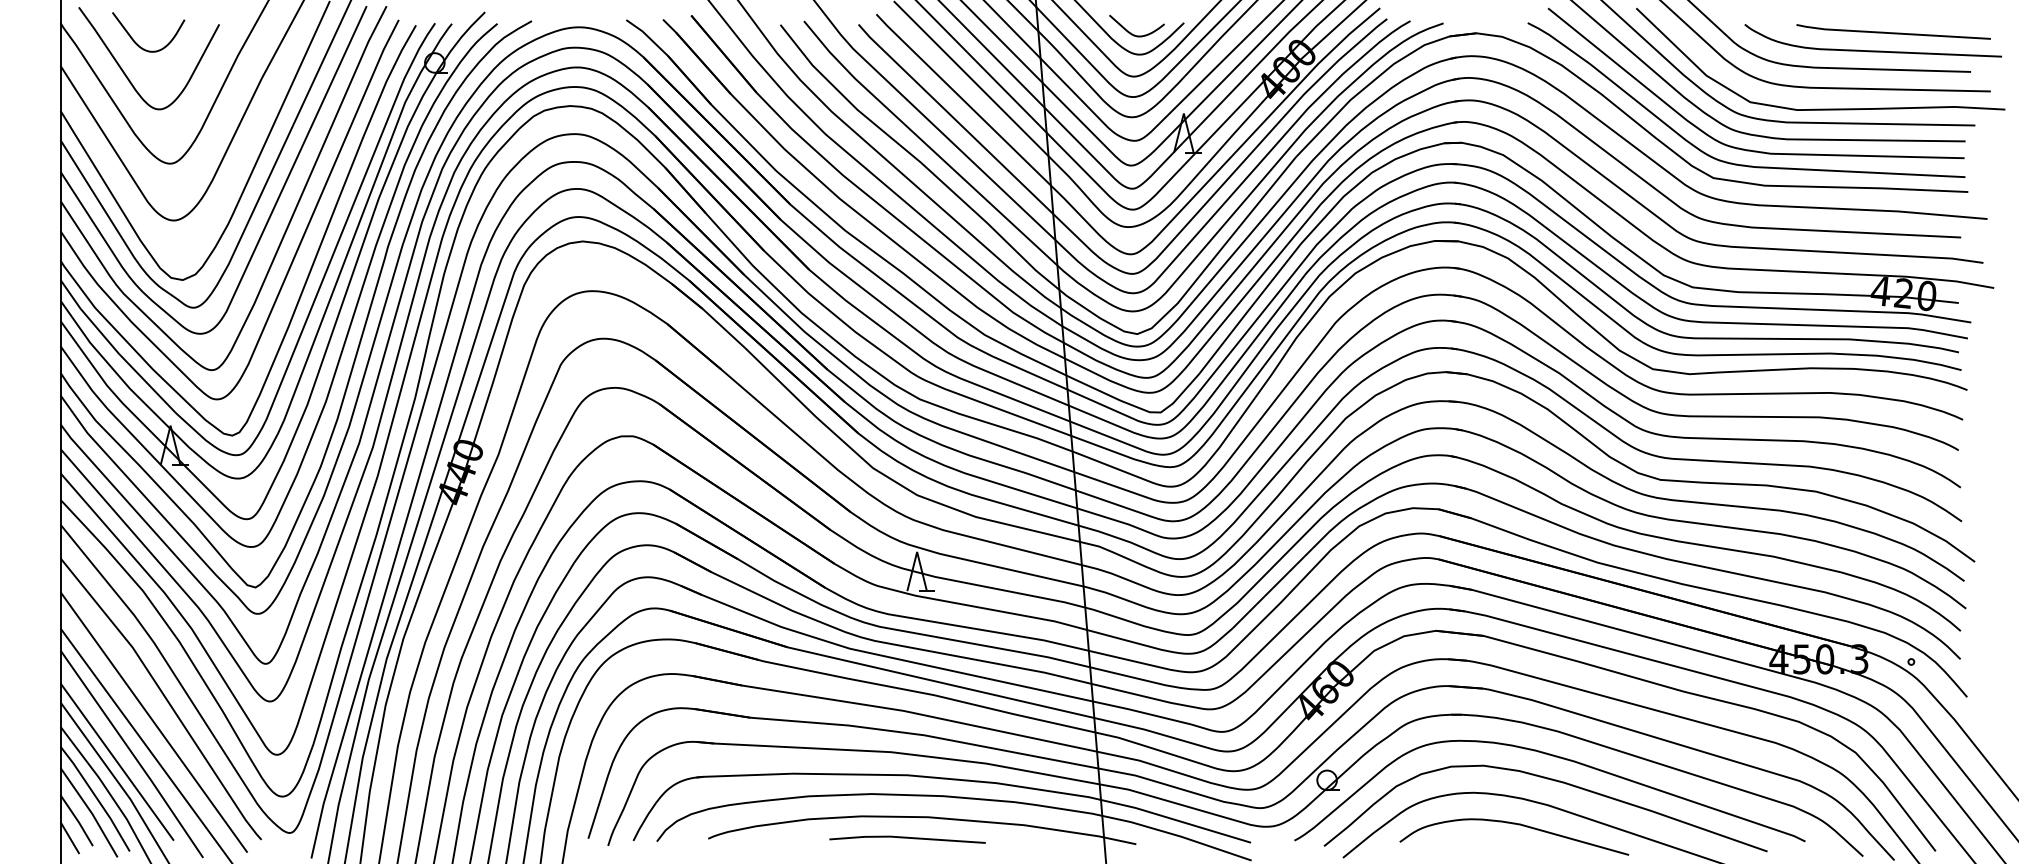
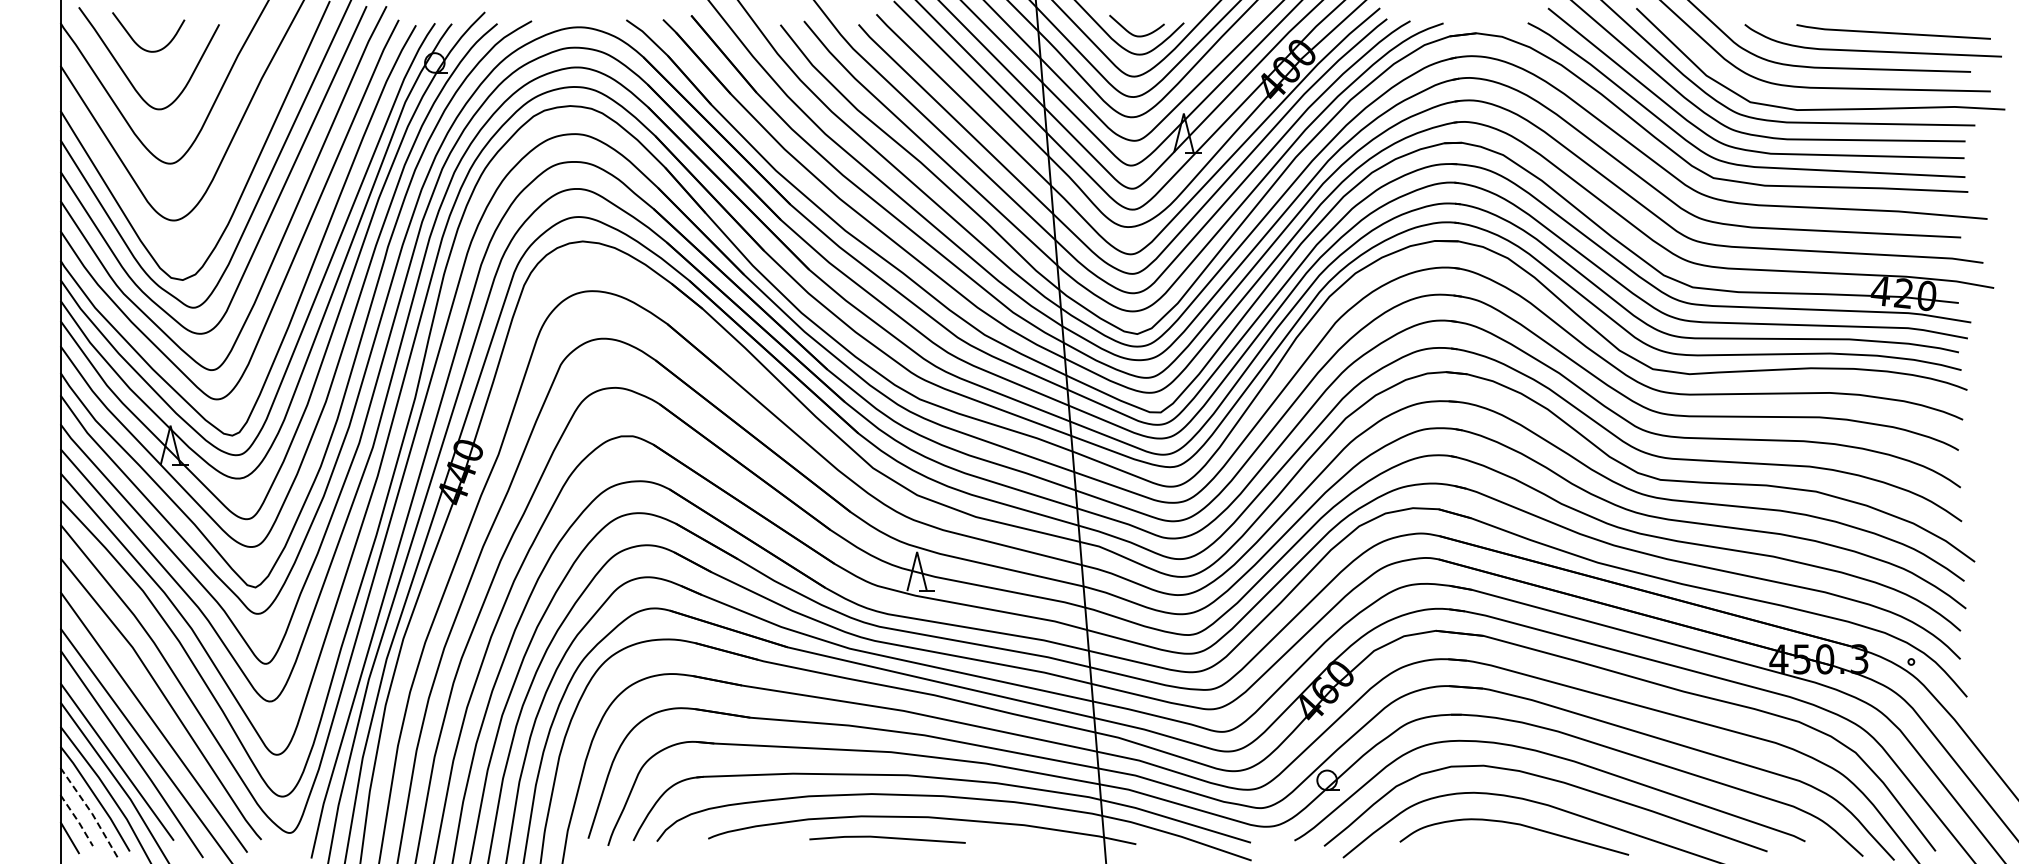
line at (91, 812): solid -> dashed
line at (78, 821): solid -> dashed
line at (907, 838) position: (907, 838) -> (887, 838)
